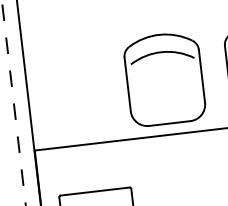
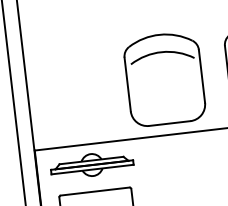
line at (13, 103): dashed -> solid
part at (92, 164): none -> present
